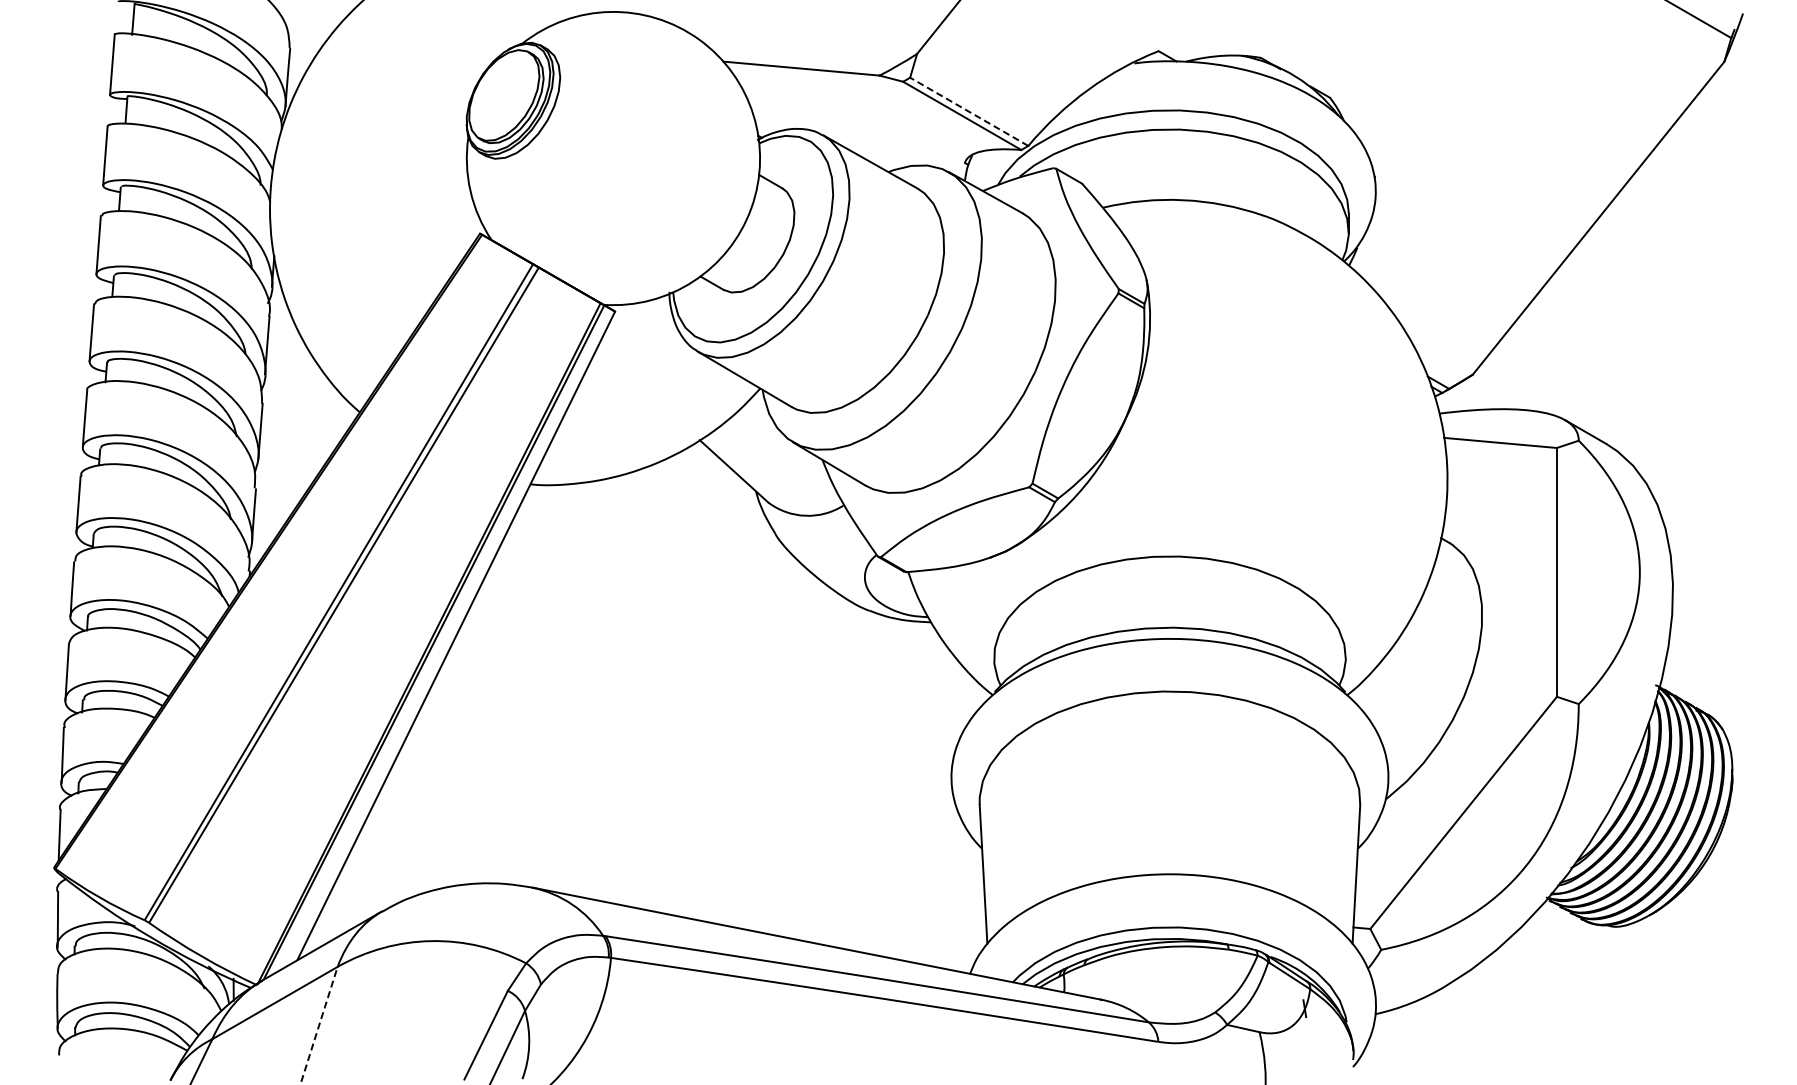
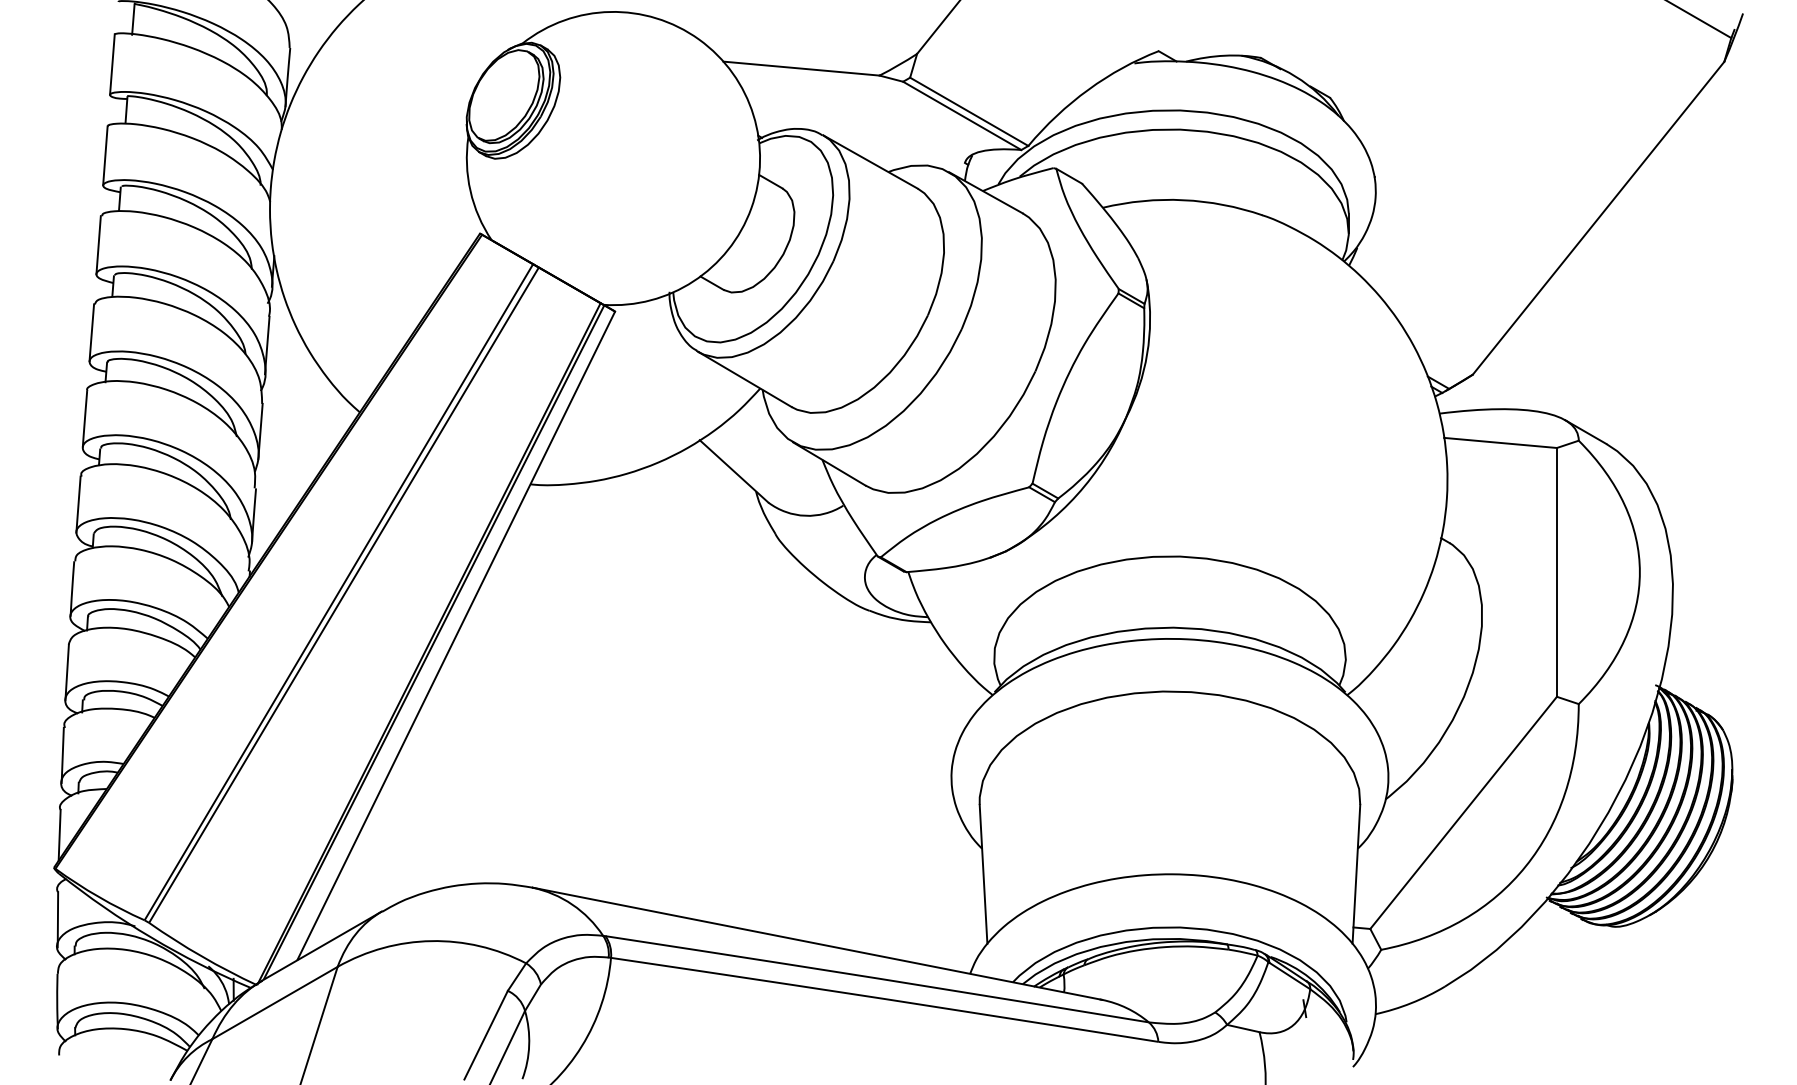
line at (968, 111): dashed -> solid
line at (319, 1025): dashed -> solid
